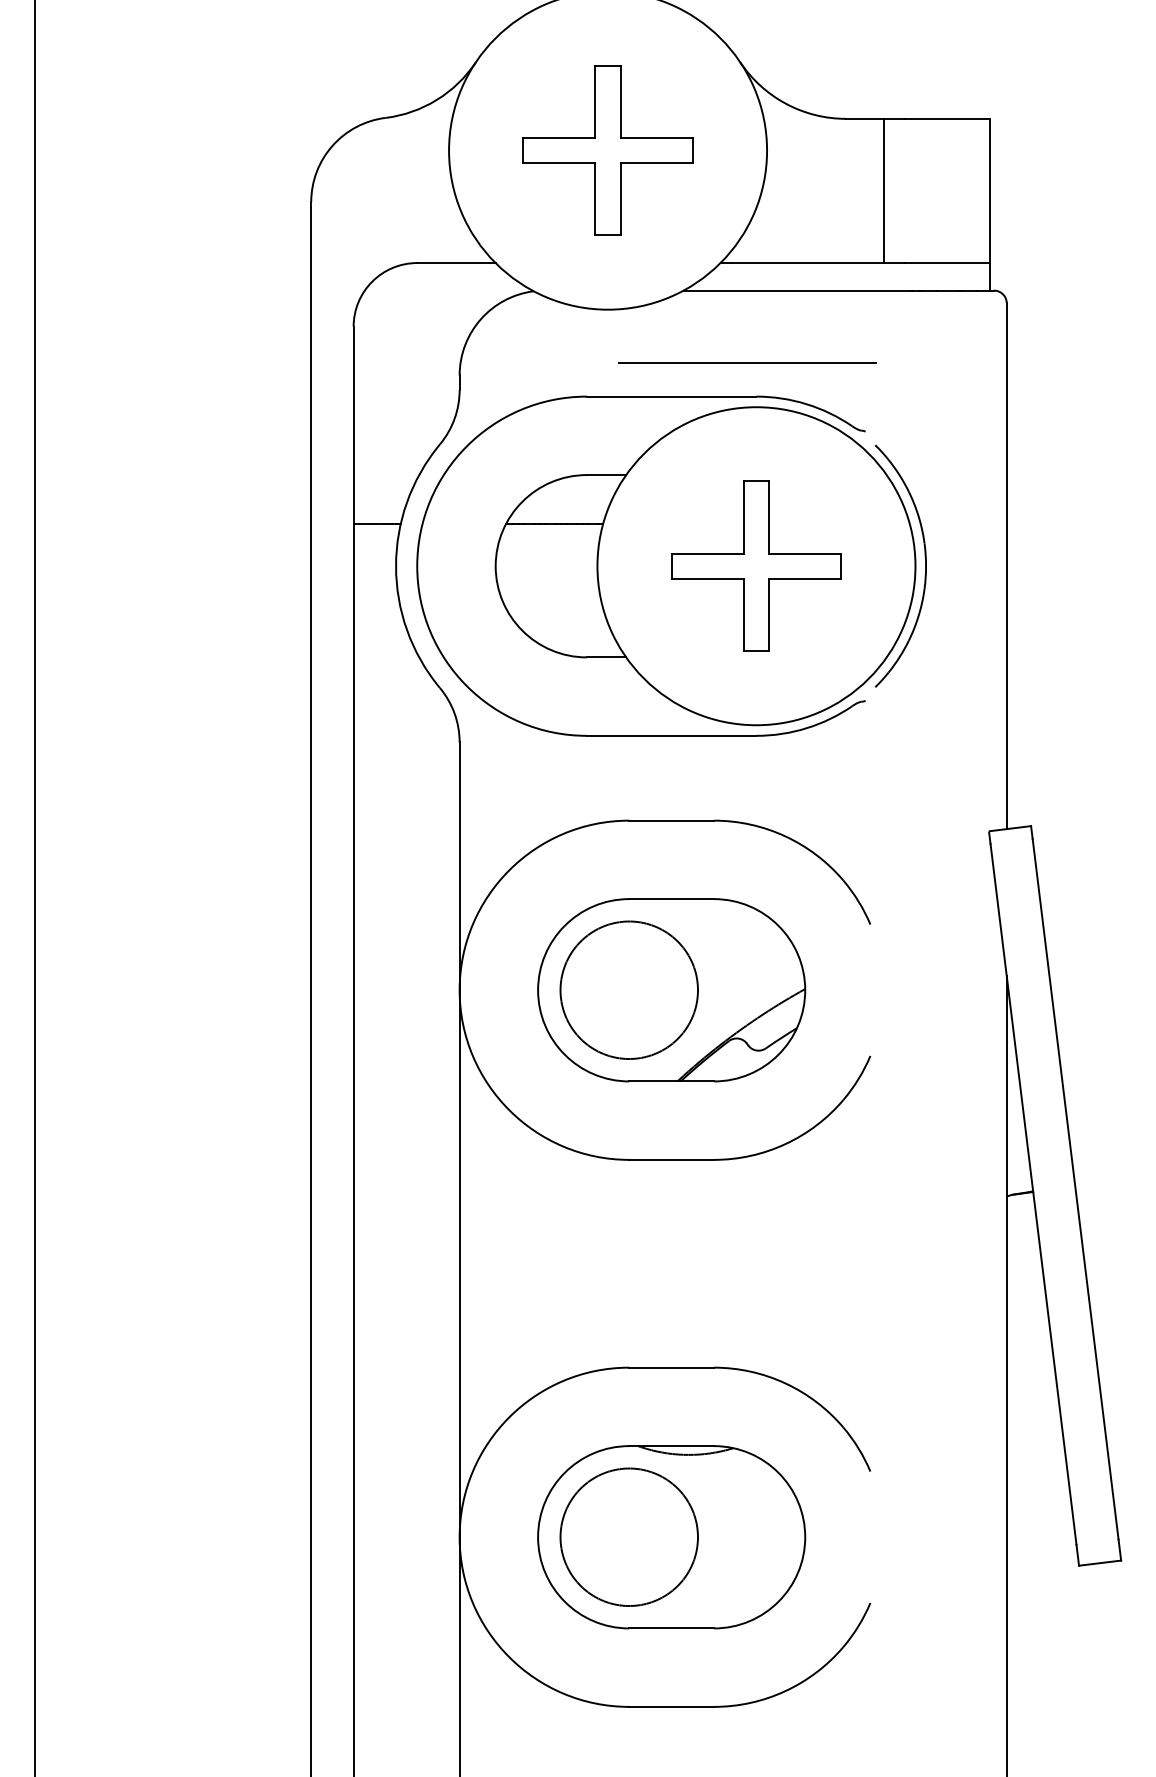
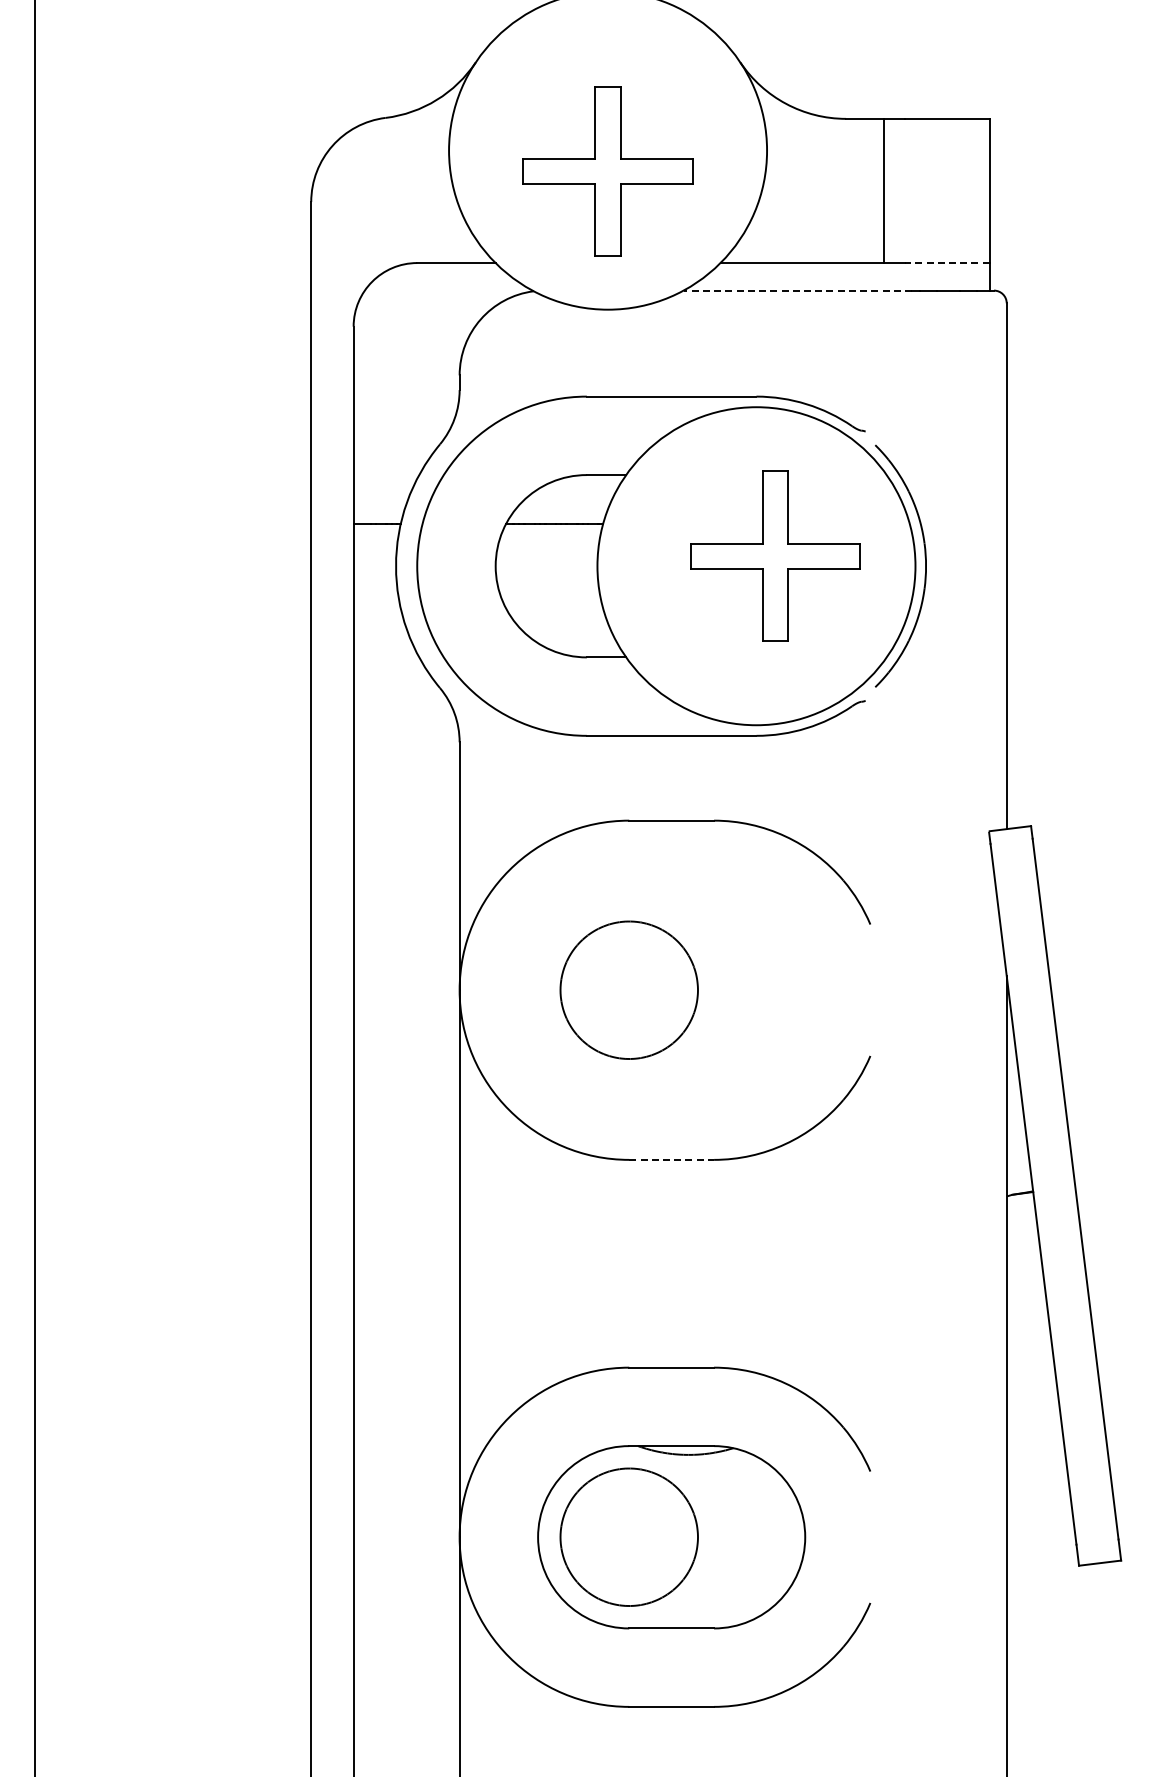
part at (607, 150) position: (607, 150) -> (607, 171)
line at (946, 263): solid -> dashed
line at (797, 290): solid -> dashed
line at (747, 362): present -> none
part at (756, 565) position: (756, 565) -> (775, 555)
part at (671, 990): present -> none
line at (672, 1159): solid -> dashed
